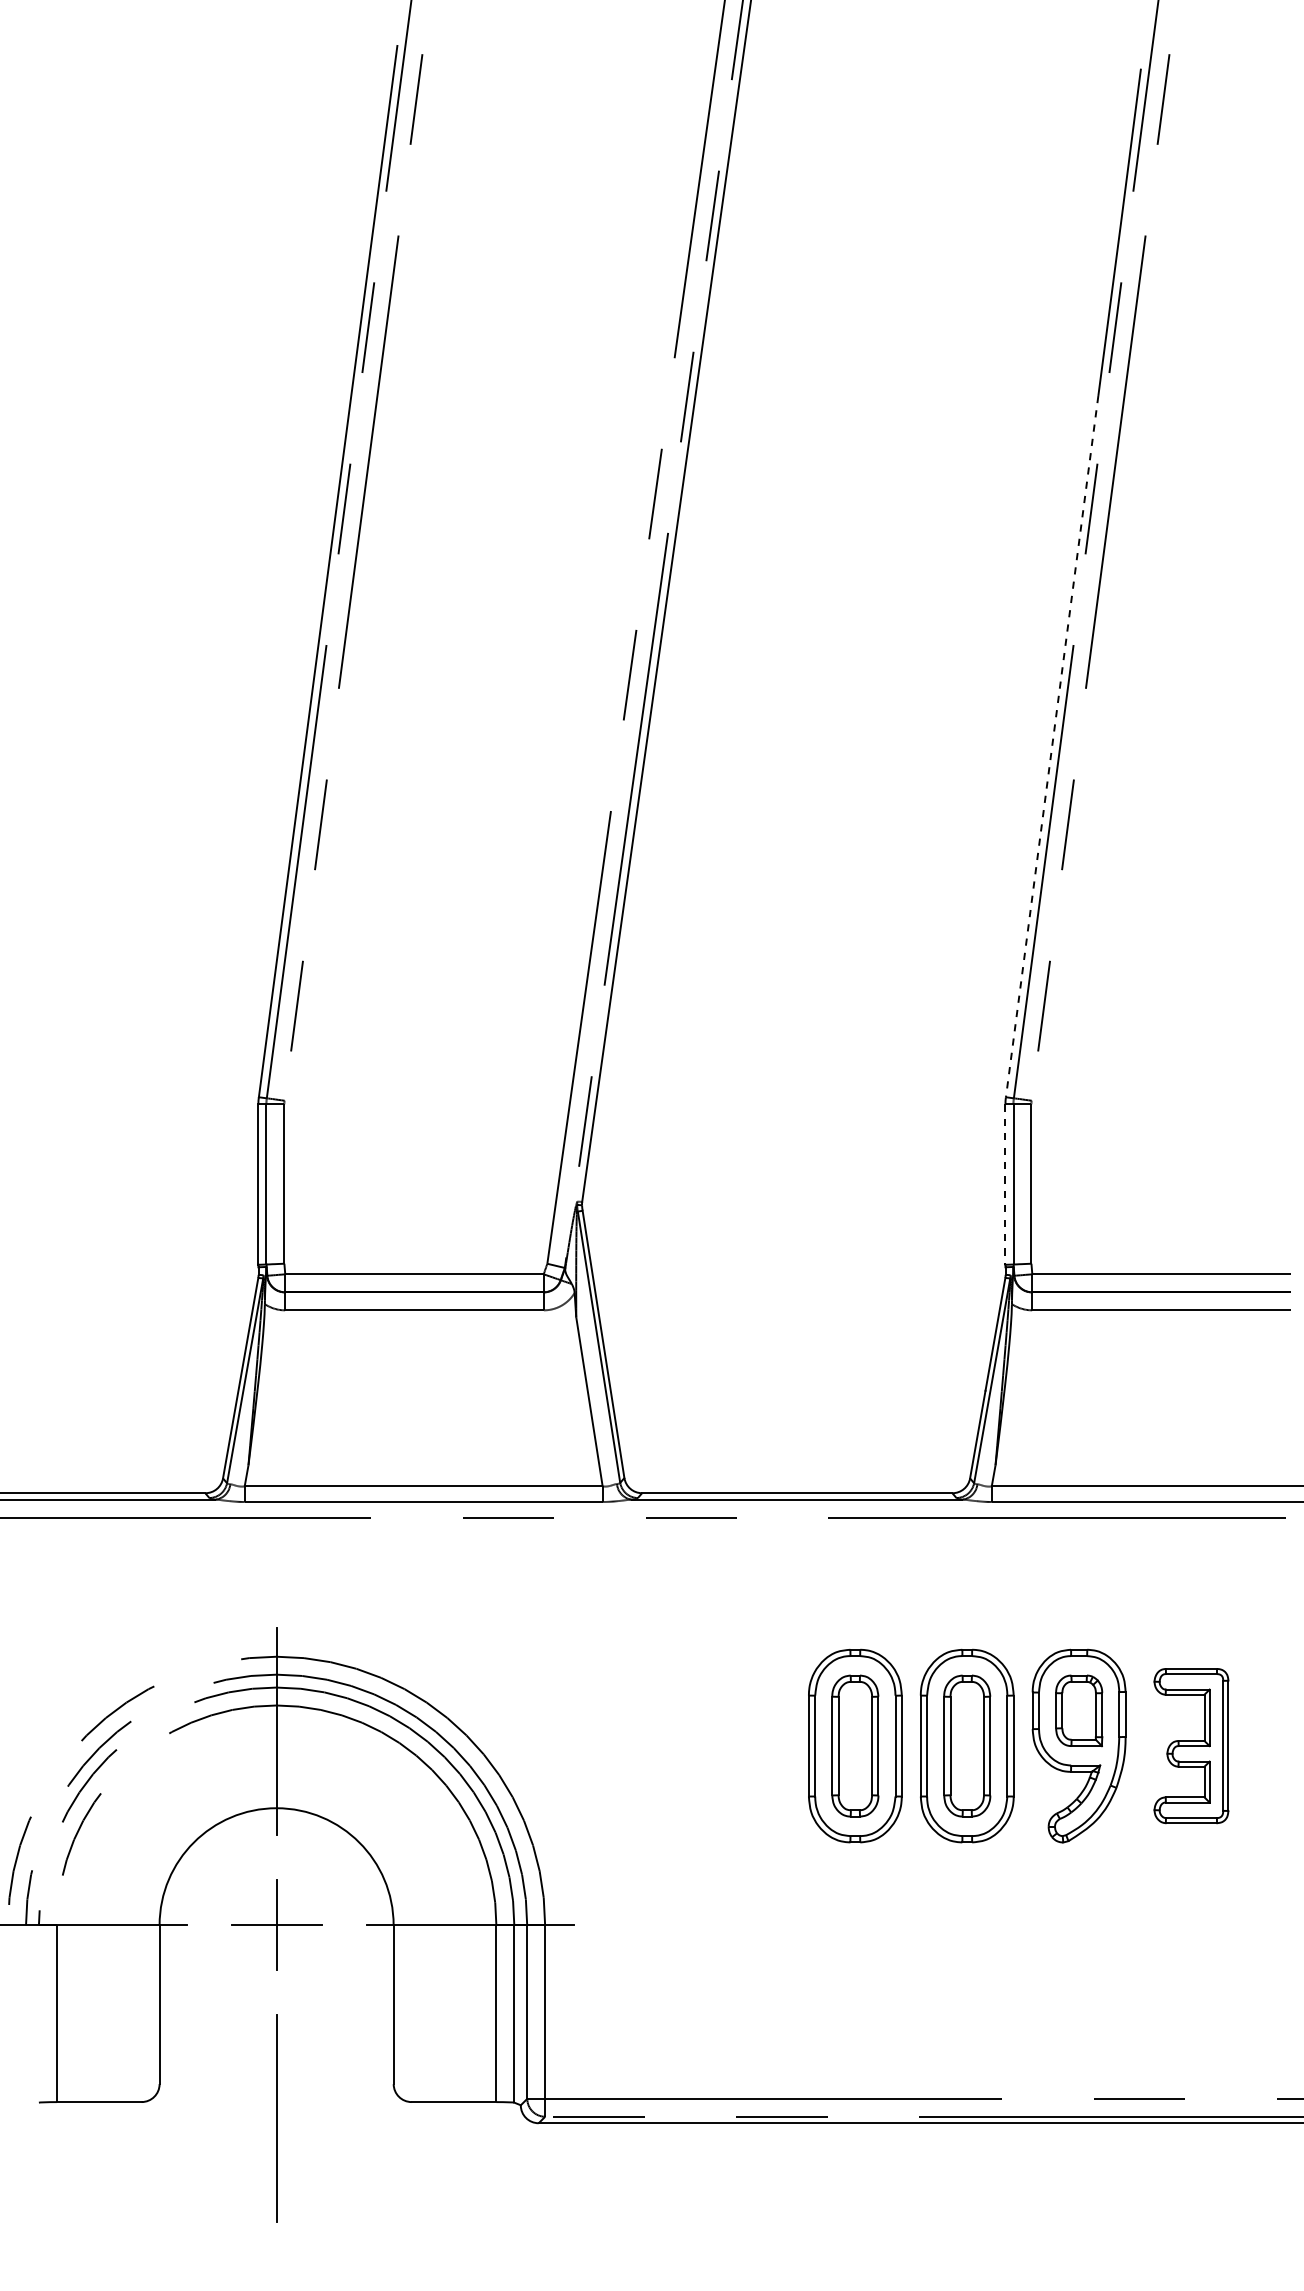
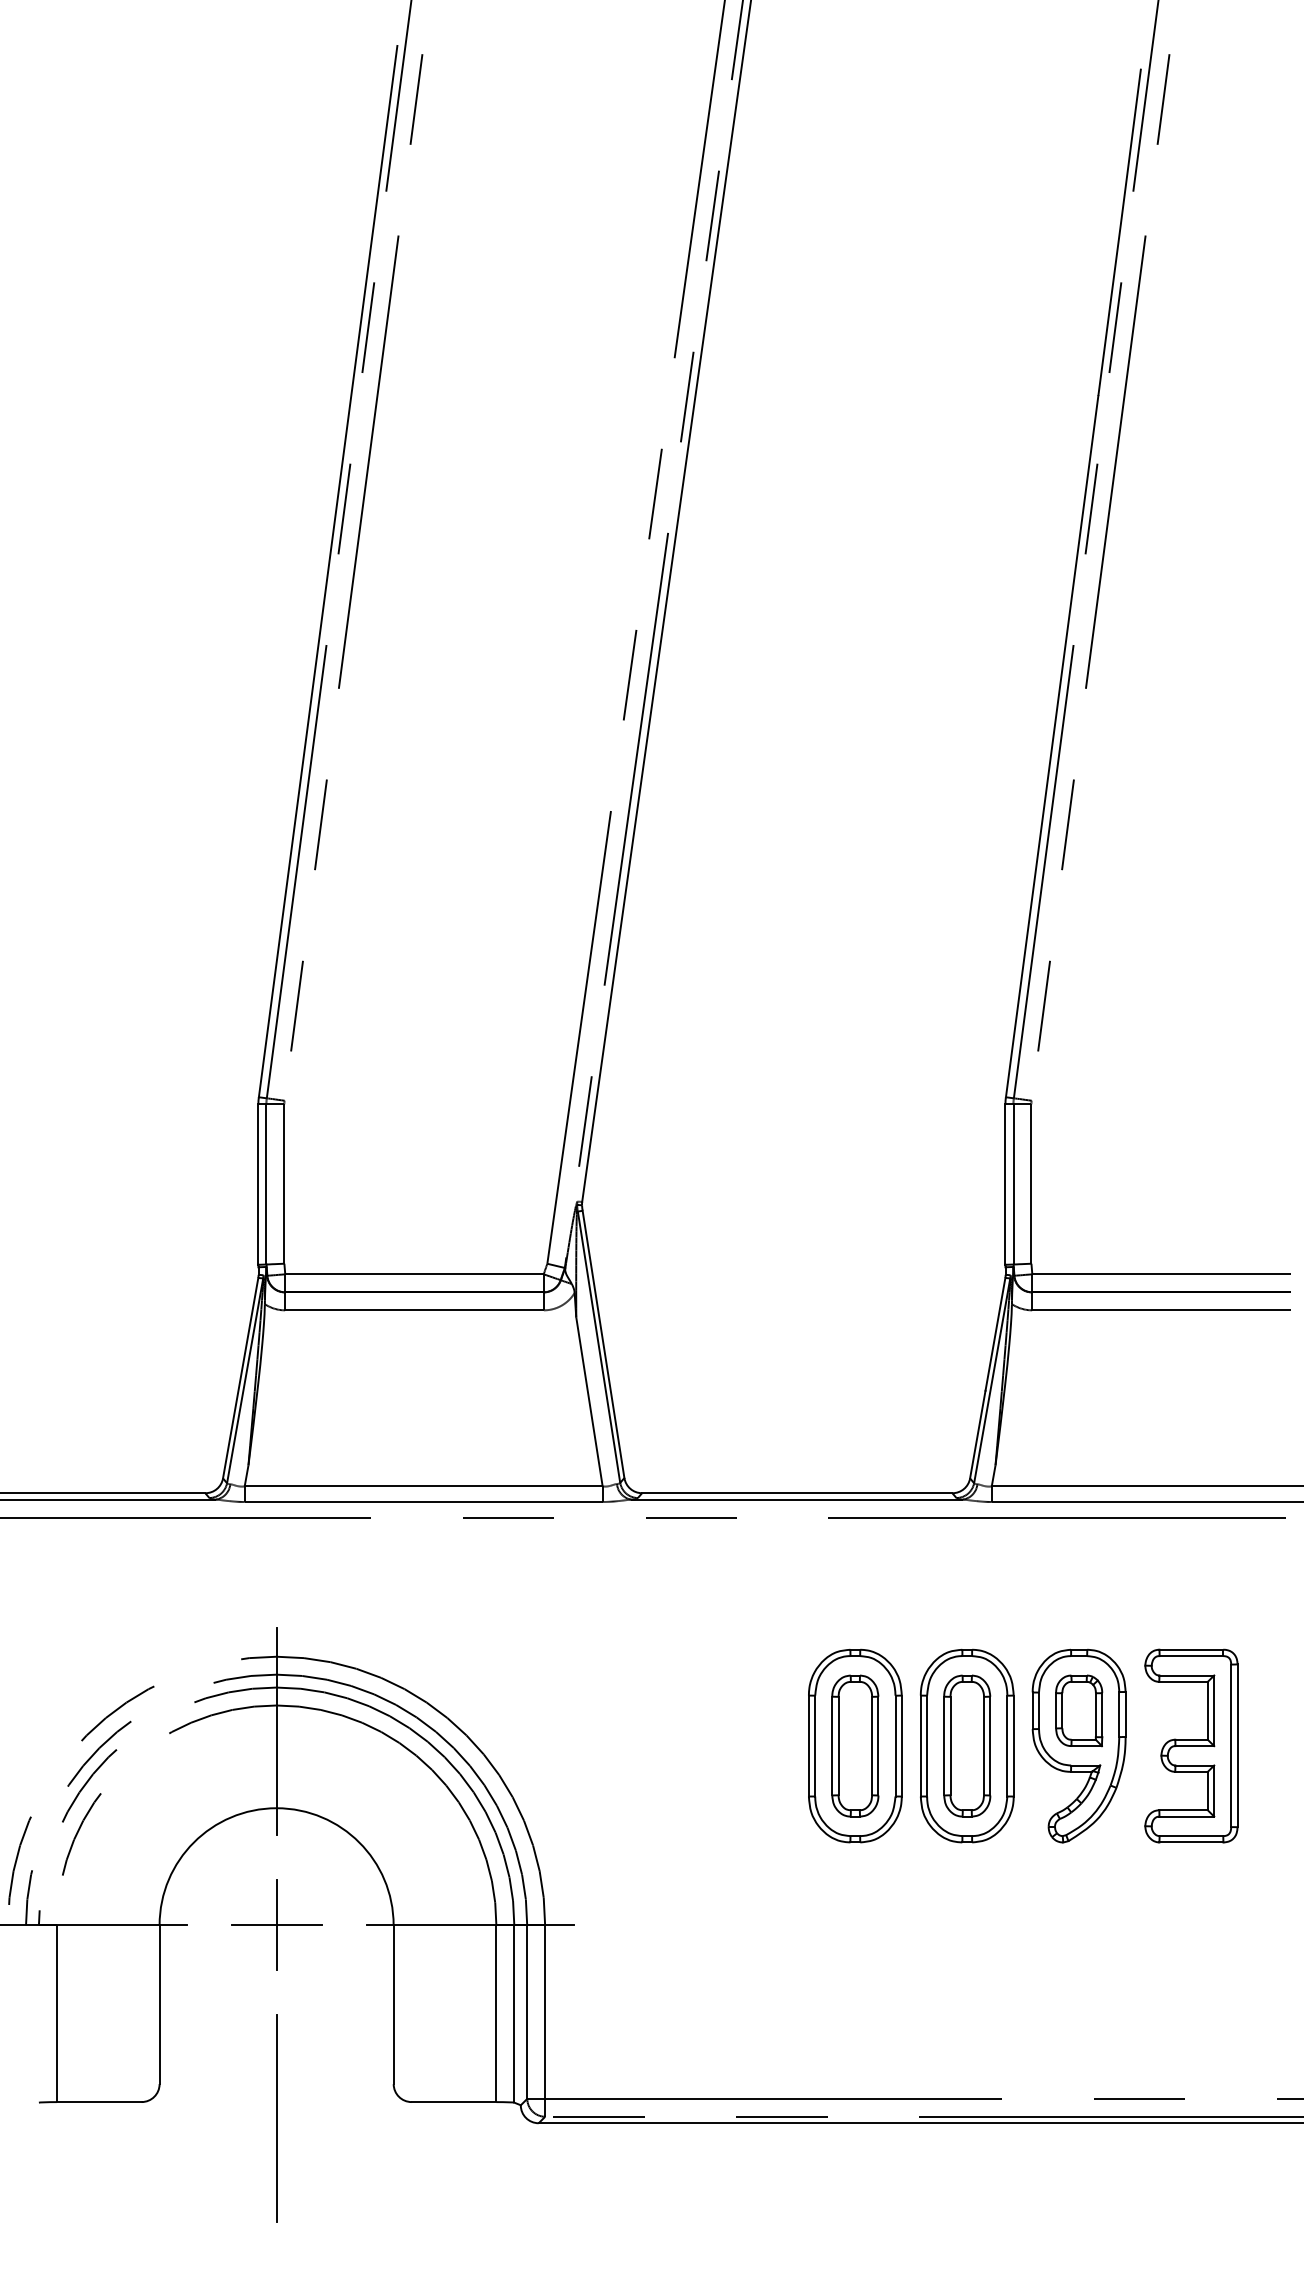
line at (1052, 746): dashed -> solid
line at (1005, 1185): dashed -> solid
part at (1191, 1746) size: 77x157 px -> 95x196 px
